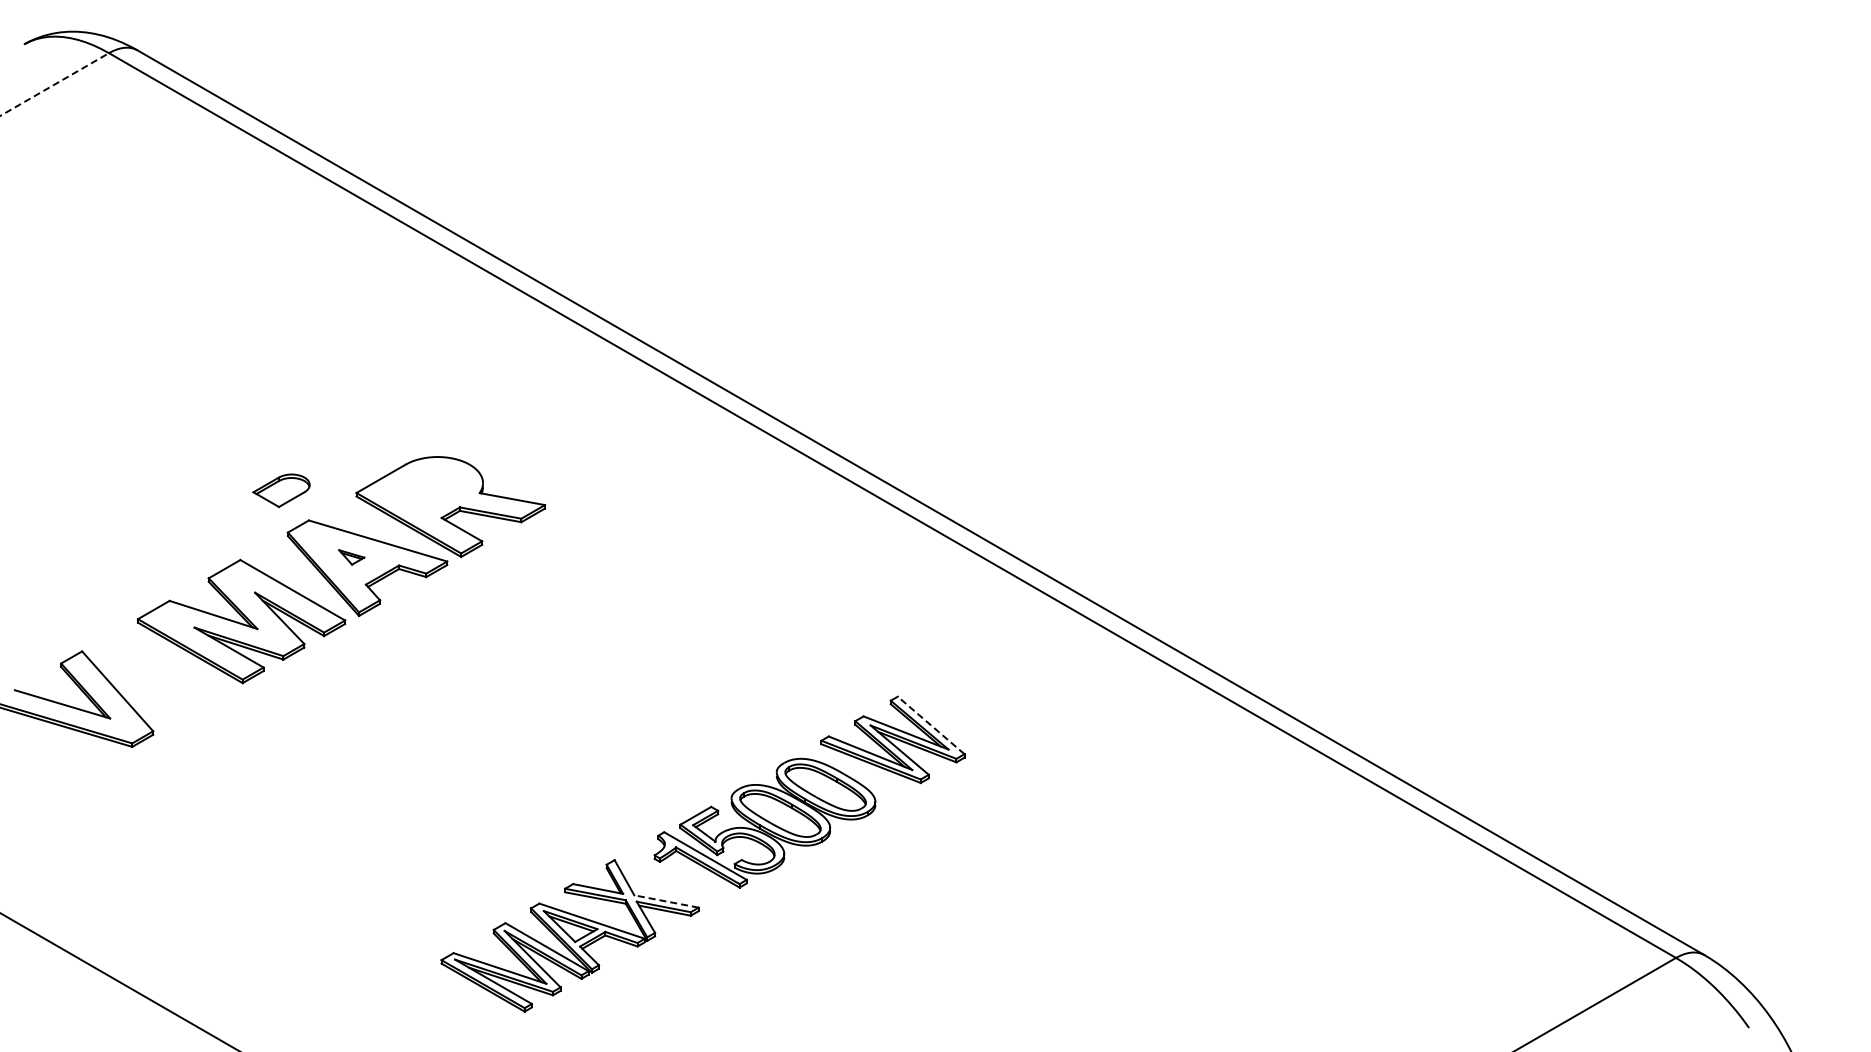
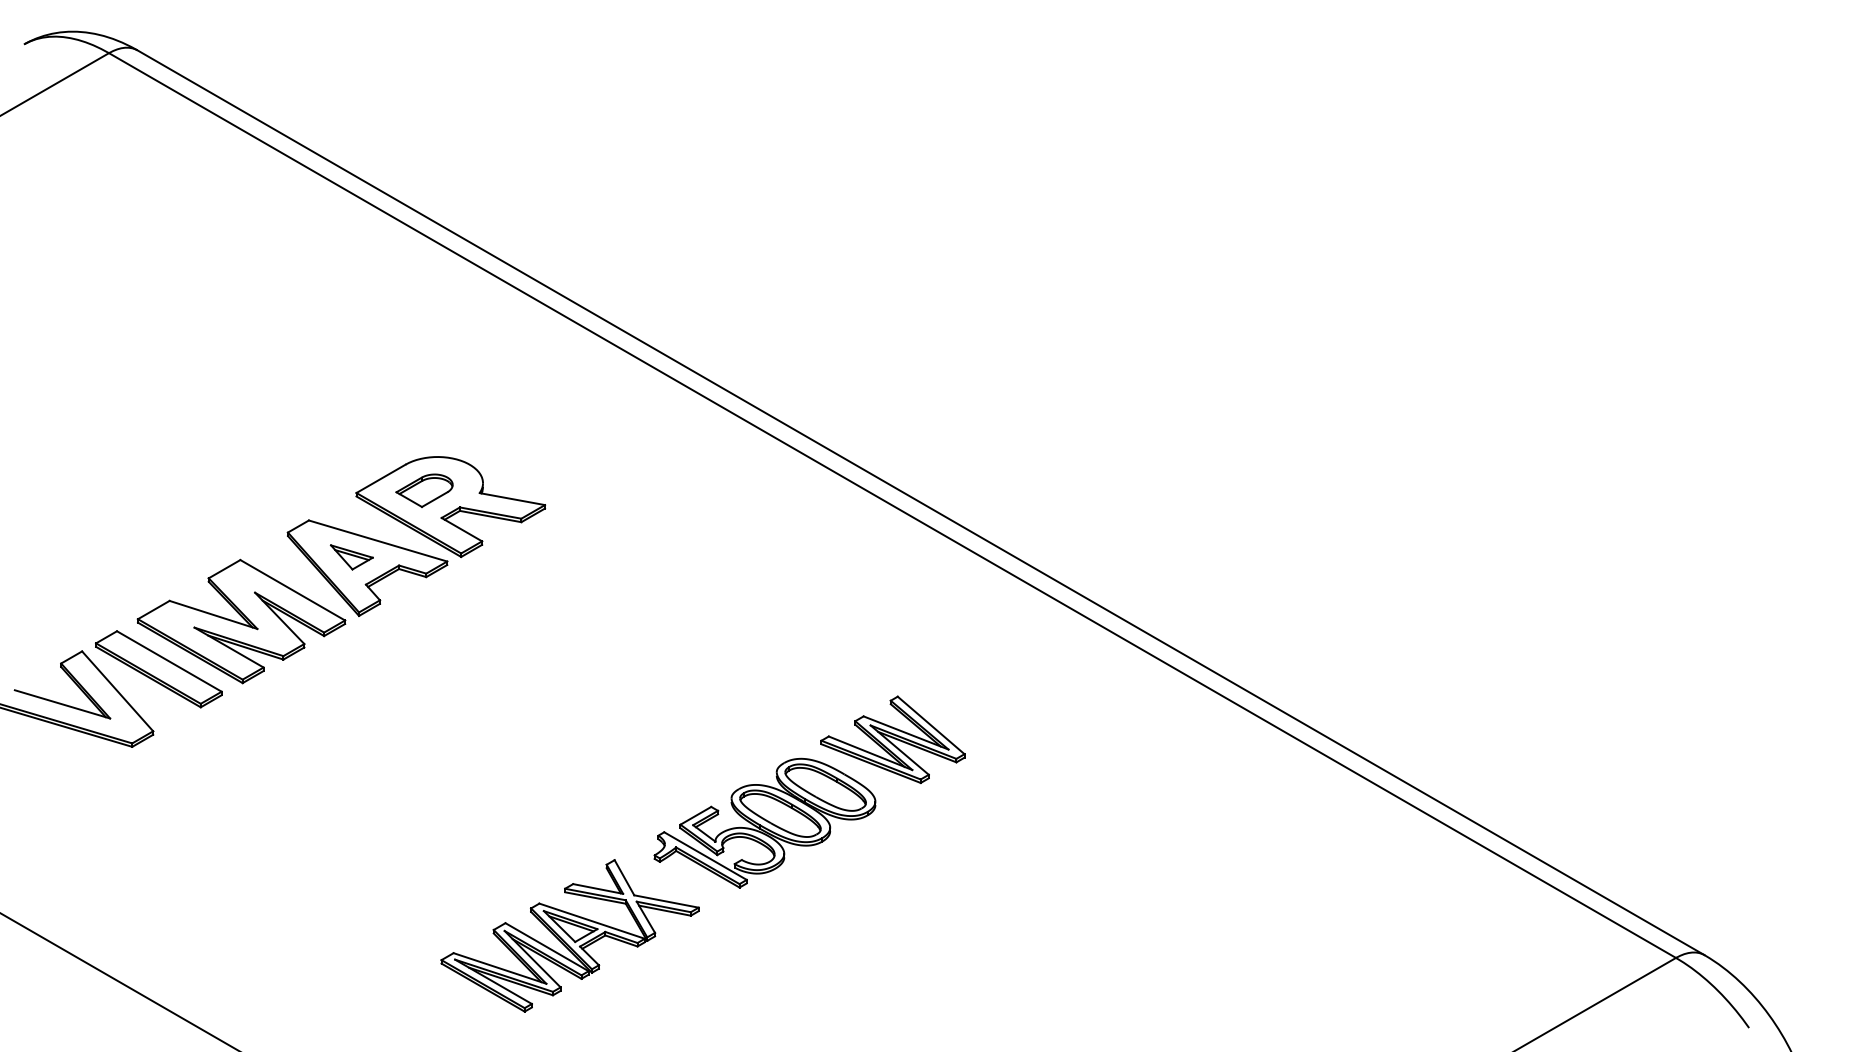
line at (55, 84): dashed -> solid
part at (281, 490) position: (281, 490) -> (424, 490)
part at (351, 557) size: 28x17 px -> 45x27 px
part at (158, 669): none -> present
line at (930, 725): dashed -> solid
line at (666, 901): dashed -> solid
